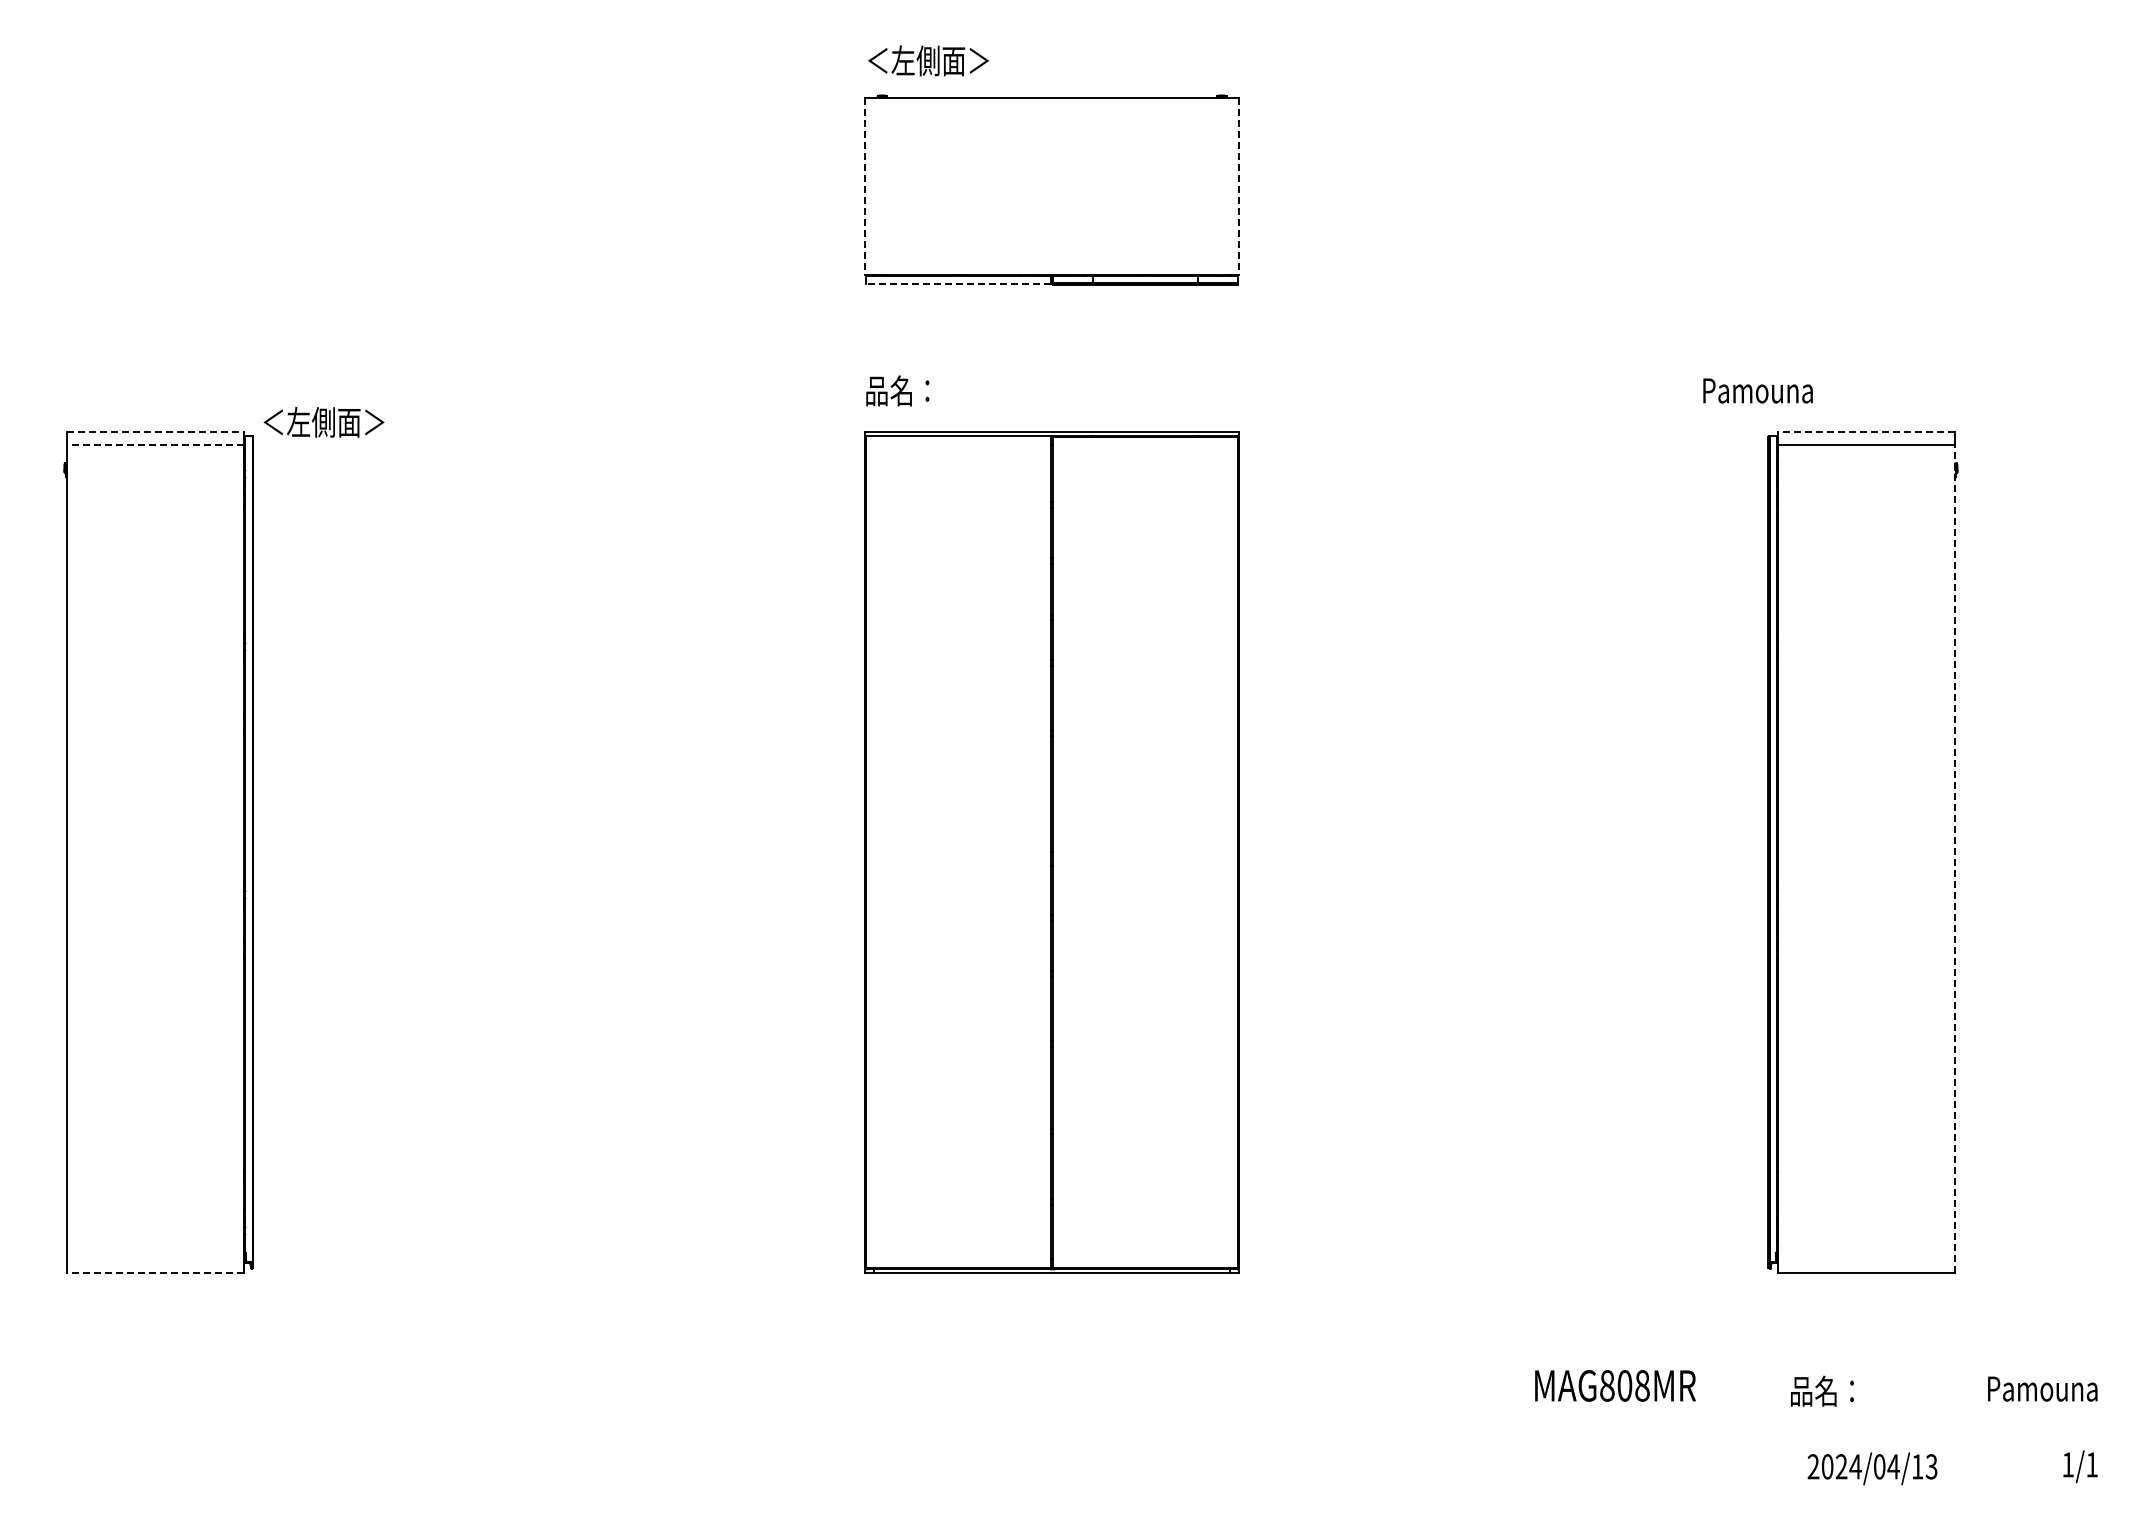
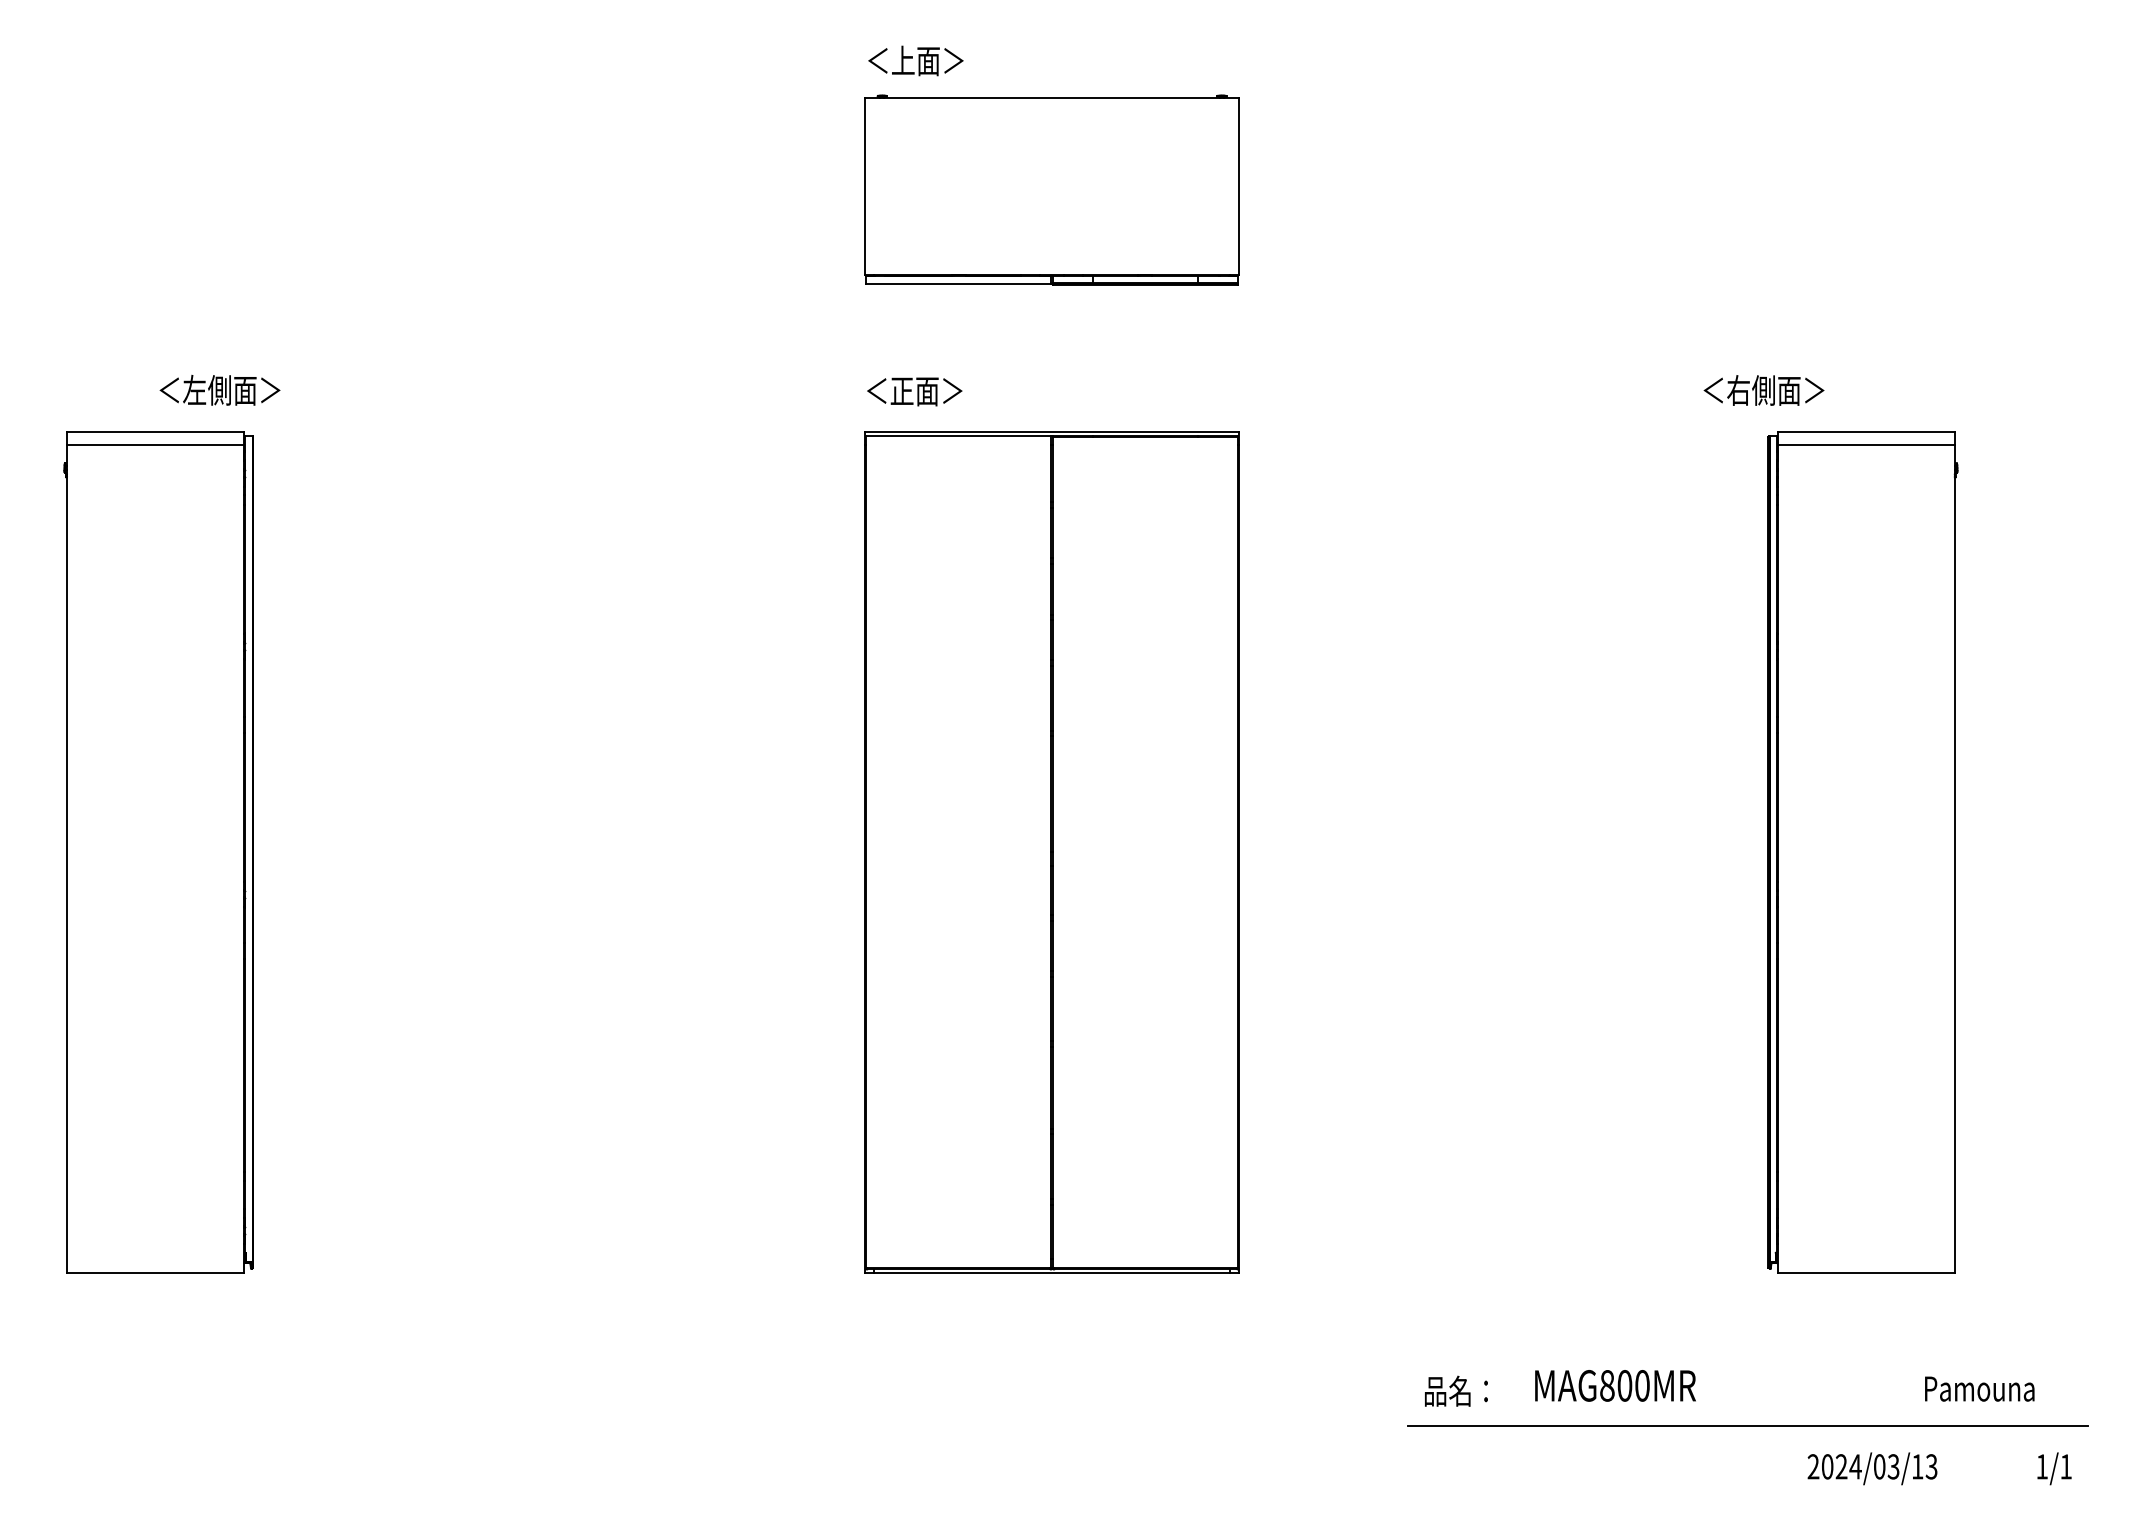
text at (939, 60): ＜左側面＞ -> ＜上面＞
line at (864, 186): dashed -> solid
line at (1239, 186): dashed -> solid
line at (958, 284): dashed -> solid
text at (914, 390): 品名： -> ＜正面＞
text at (1763, 390): Pamouna -> ＜右側面＞
text at (323, 421) position: (323, 421) -> (219, 389)
line at (155, 431): dashed -> solid
line at (1866, 431): dashed -> solid
line at (155, 444): dashed -> solid
line at (1954, 858): dashed -> solid
line at (155, 1273): dashed -> solid
text at (1642, 1385): MAG808MR -> MAG800MR
text at (2042, 1388) position: (2042, 1388) -> (1979, 1388)
text at (1822, 1390) position: (1822, 1390) -> (1456, 1390)
line at (1747, 1426): none -> present
text at (1893, 1466): 2024/04/13 -> 2024/03/13
text at (2080, 1466) position: (2080, 1466) -> (2054, 1468)
